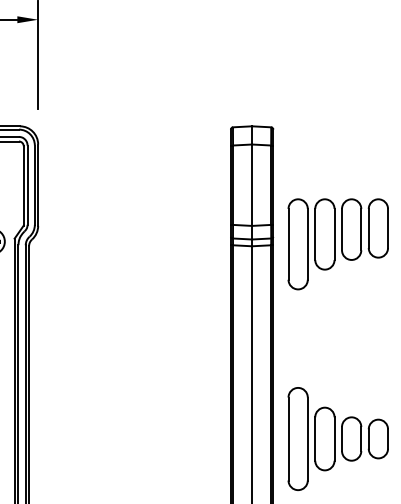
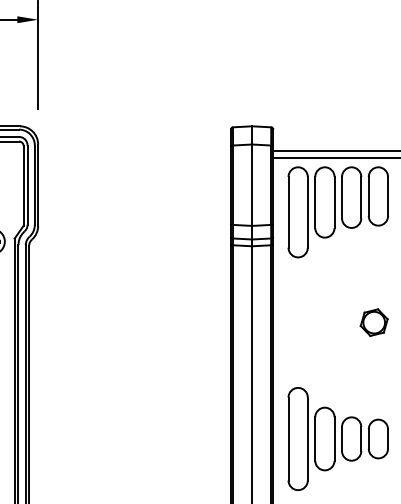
line at (335, 150): none -> present
line at (335, 157): none -> present
part at (337, 244) position: (337, 244) -> (337, 212)
part at (373, 322): none -> present
